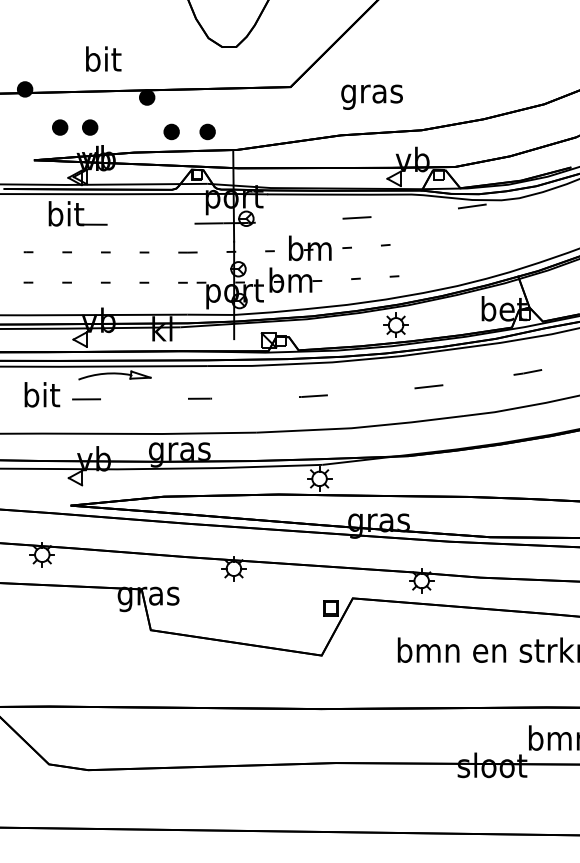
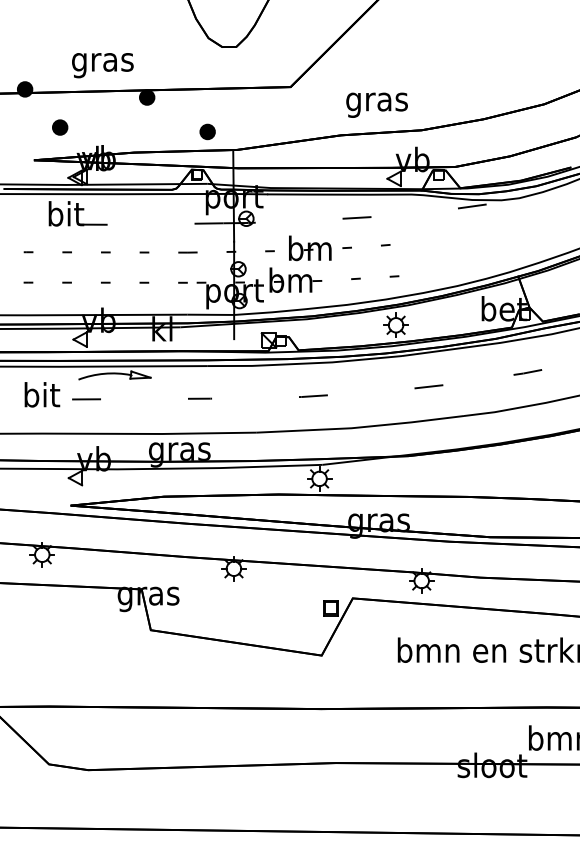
text at (102, 62): bit -> gras
text at (371, 96) position: (371, 96) -> (376, 104)
part at (90, 127): present -> none
part at (171, 131): present -> none
